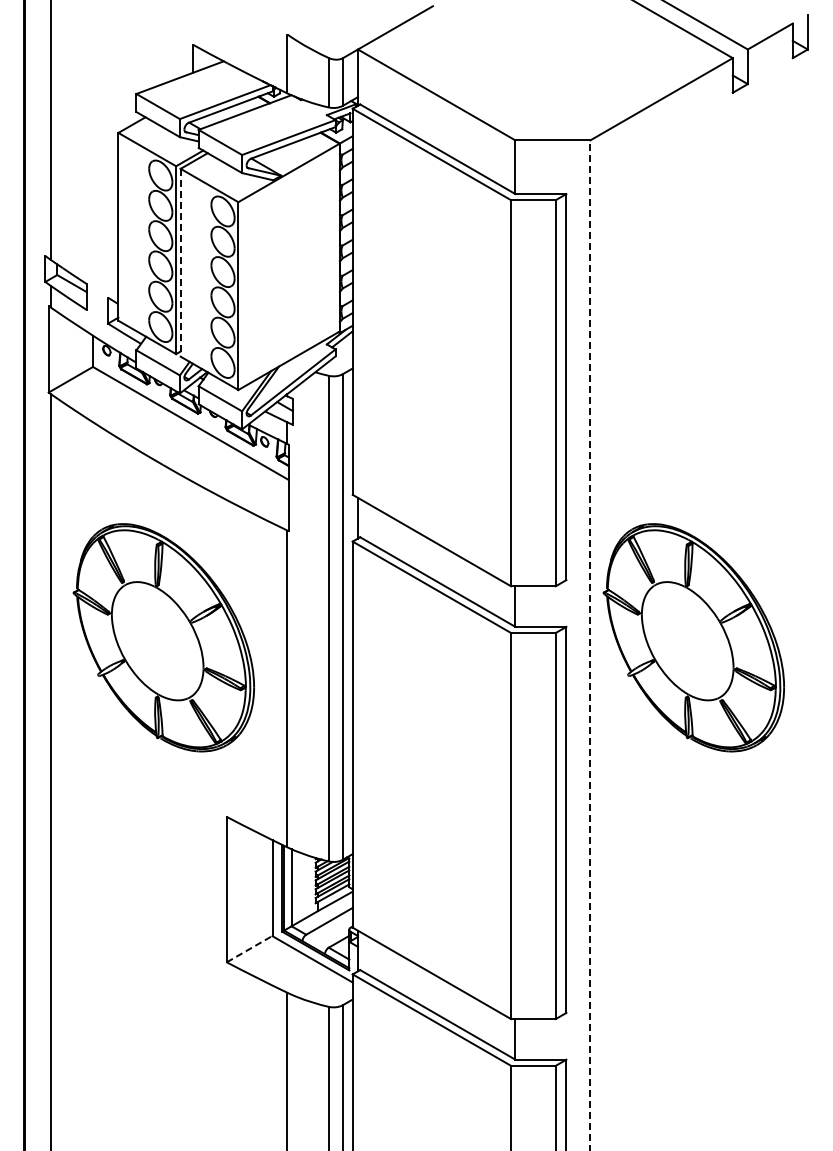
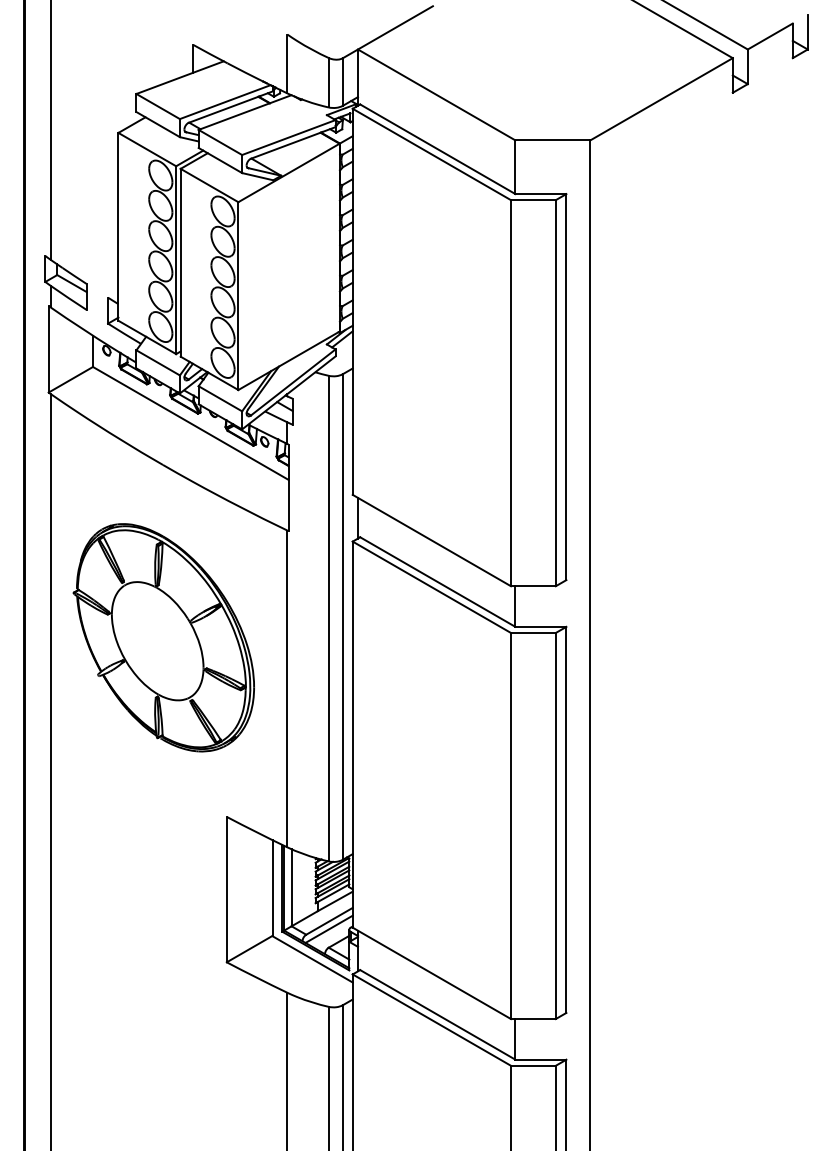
line at (180, 262): dashed -> solid
part at (693, 637): present -> none
line at (590, 645): dashed -> solid
line at (328, 928): none -> present
line at (250, 948): dashed -> solid
